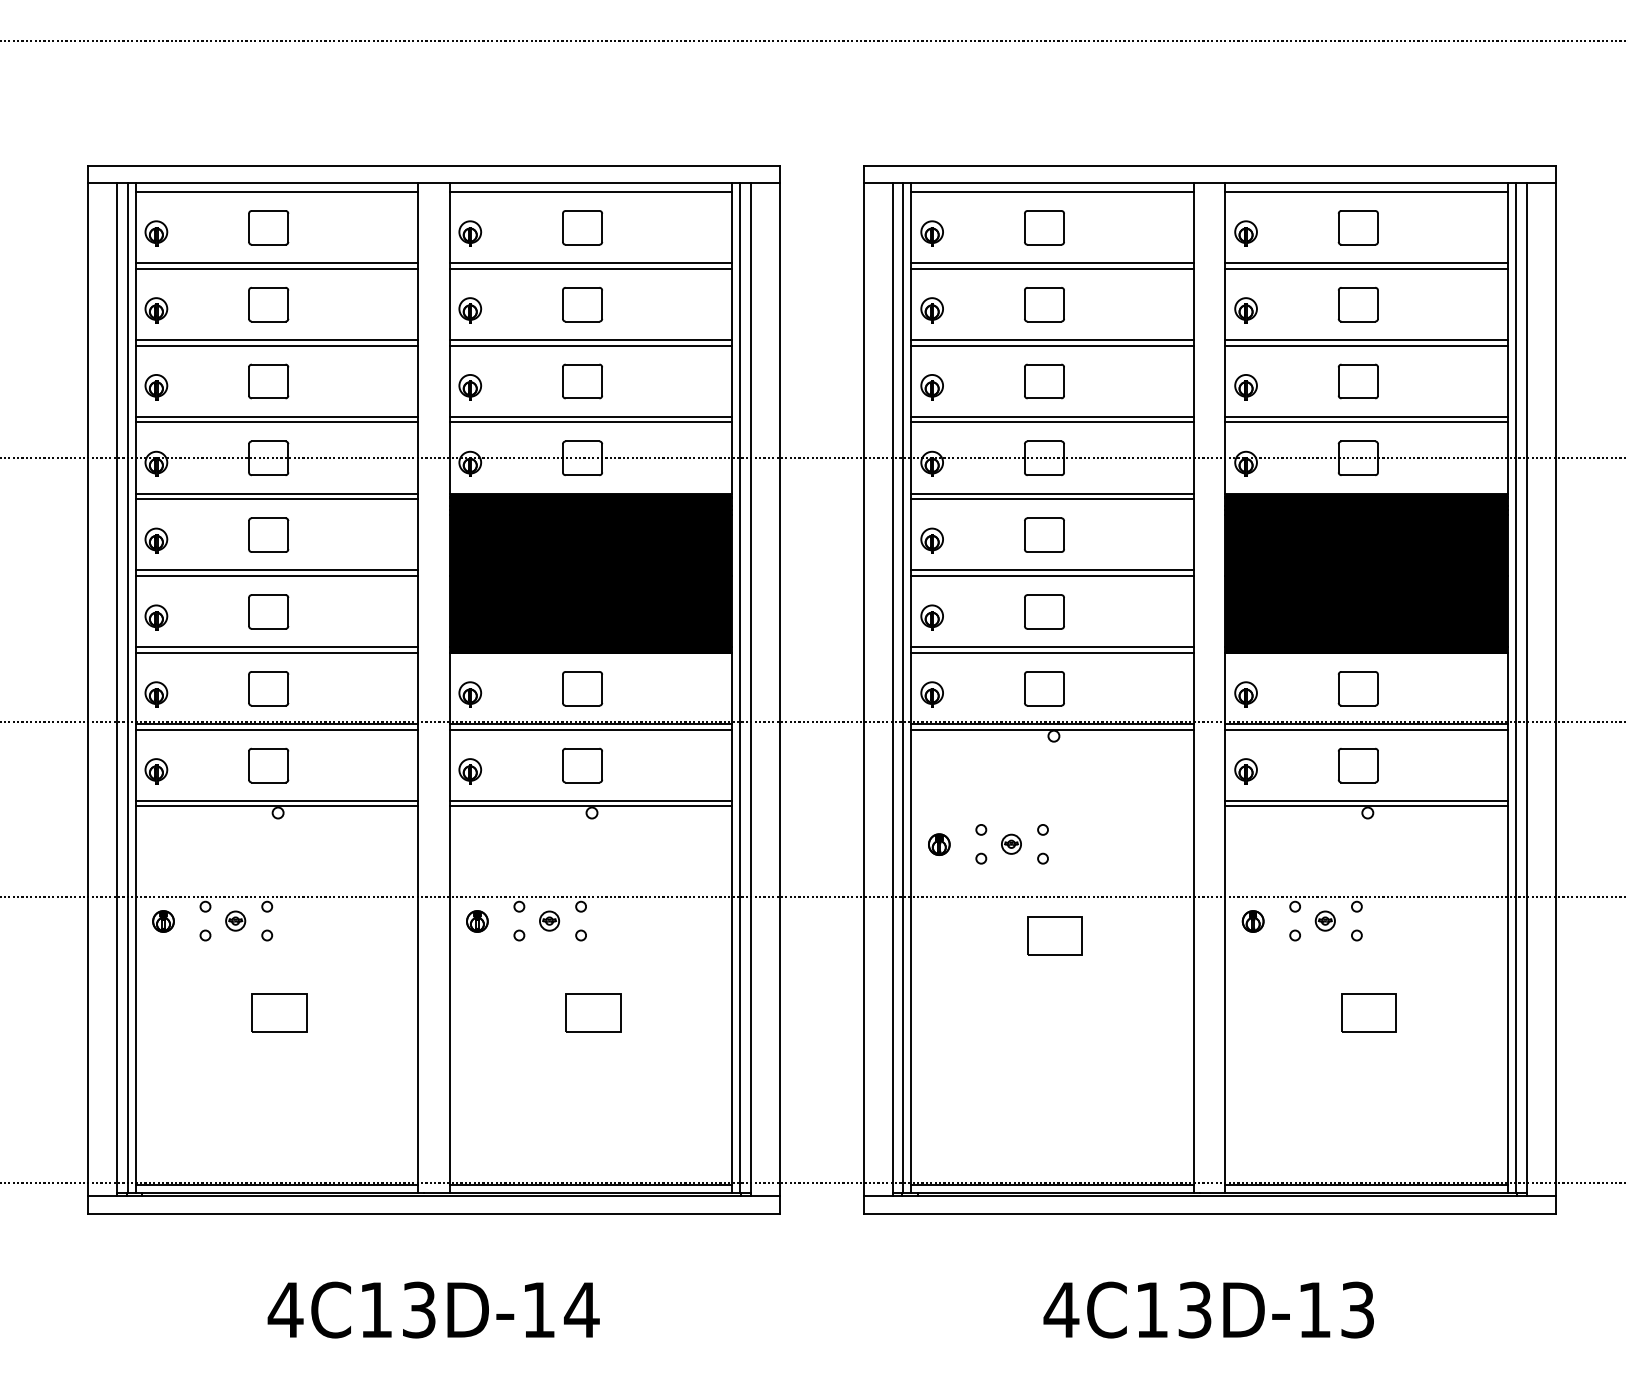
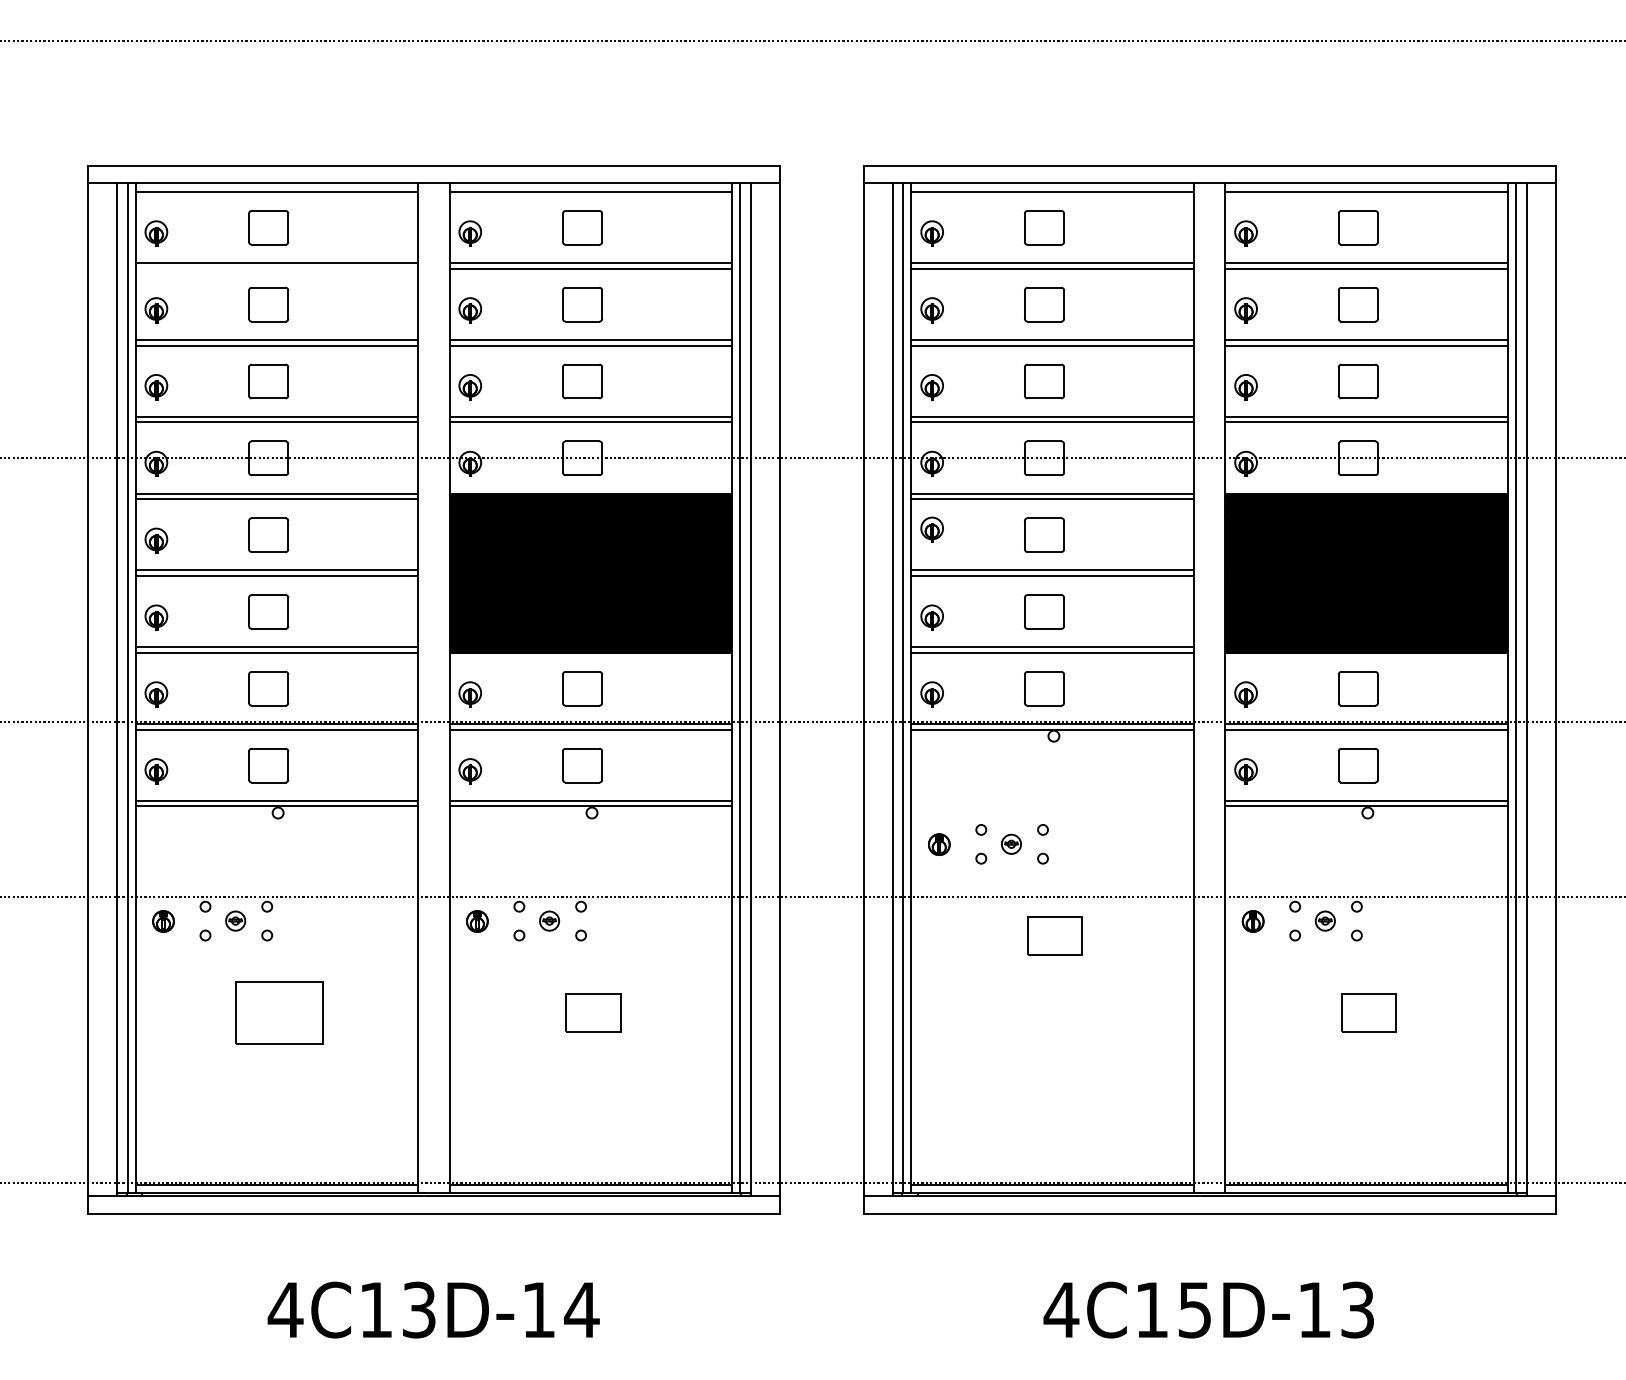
line at (276, 268): present -> none
part at (931, 540) position: (931, 540) -> (931, 529)
part at (279, 1012) size: 57x40 px -> 89x64 px
text at (1195, 1309): 4C13D-13 -> 4C15D-13
